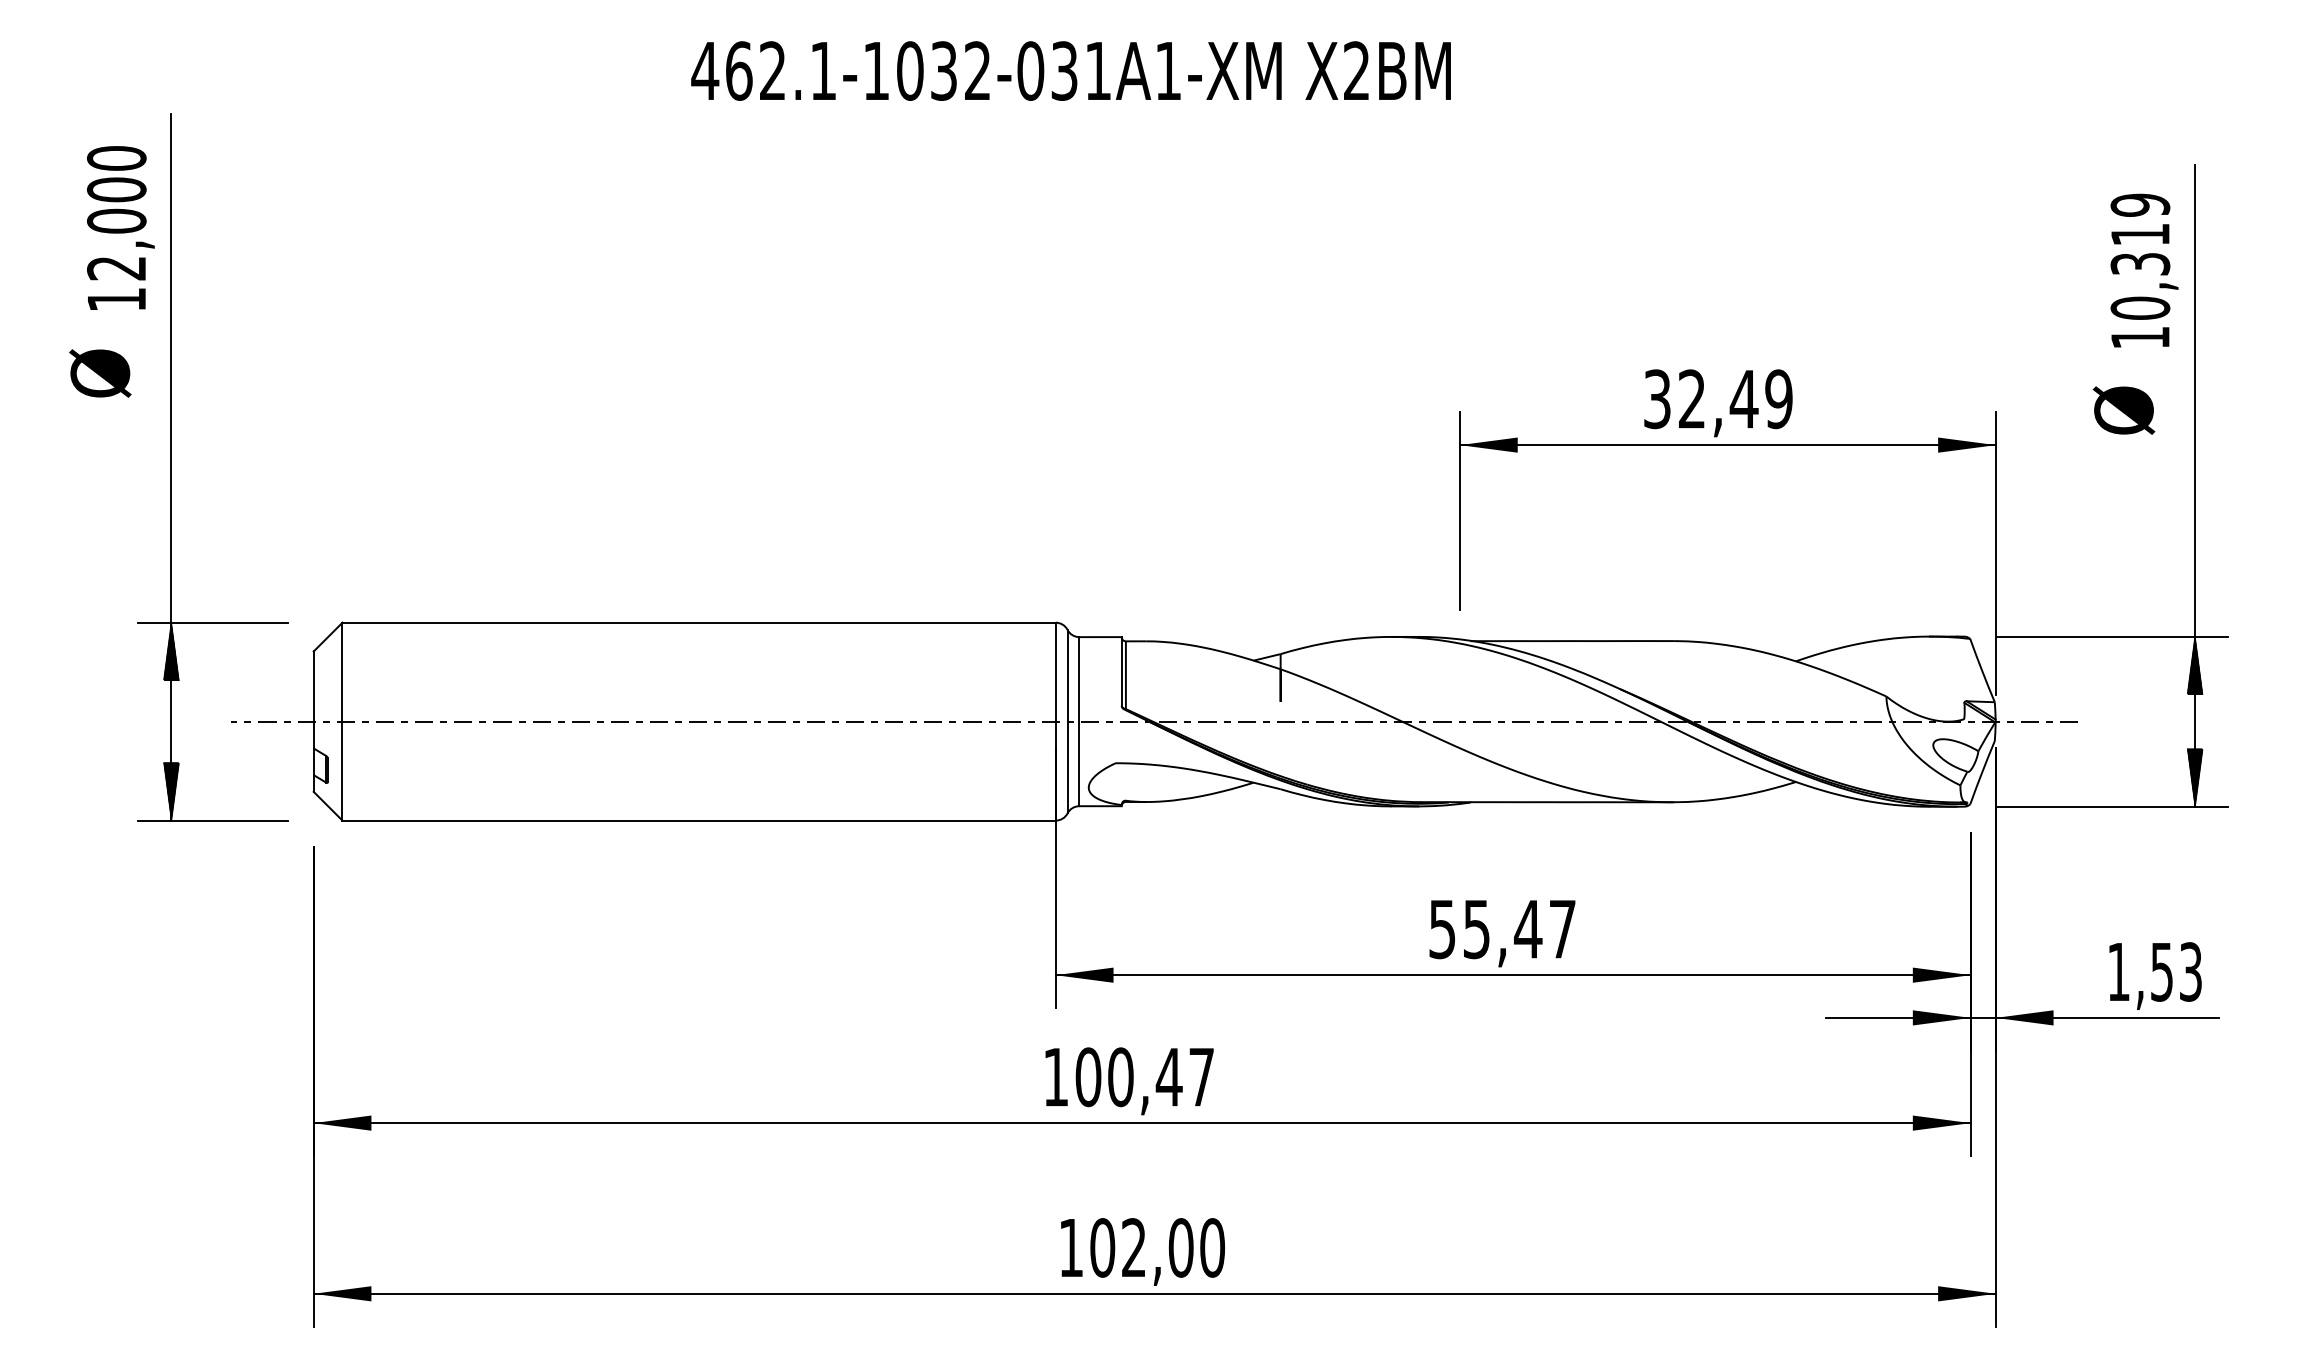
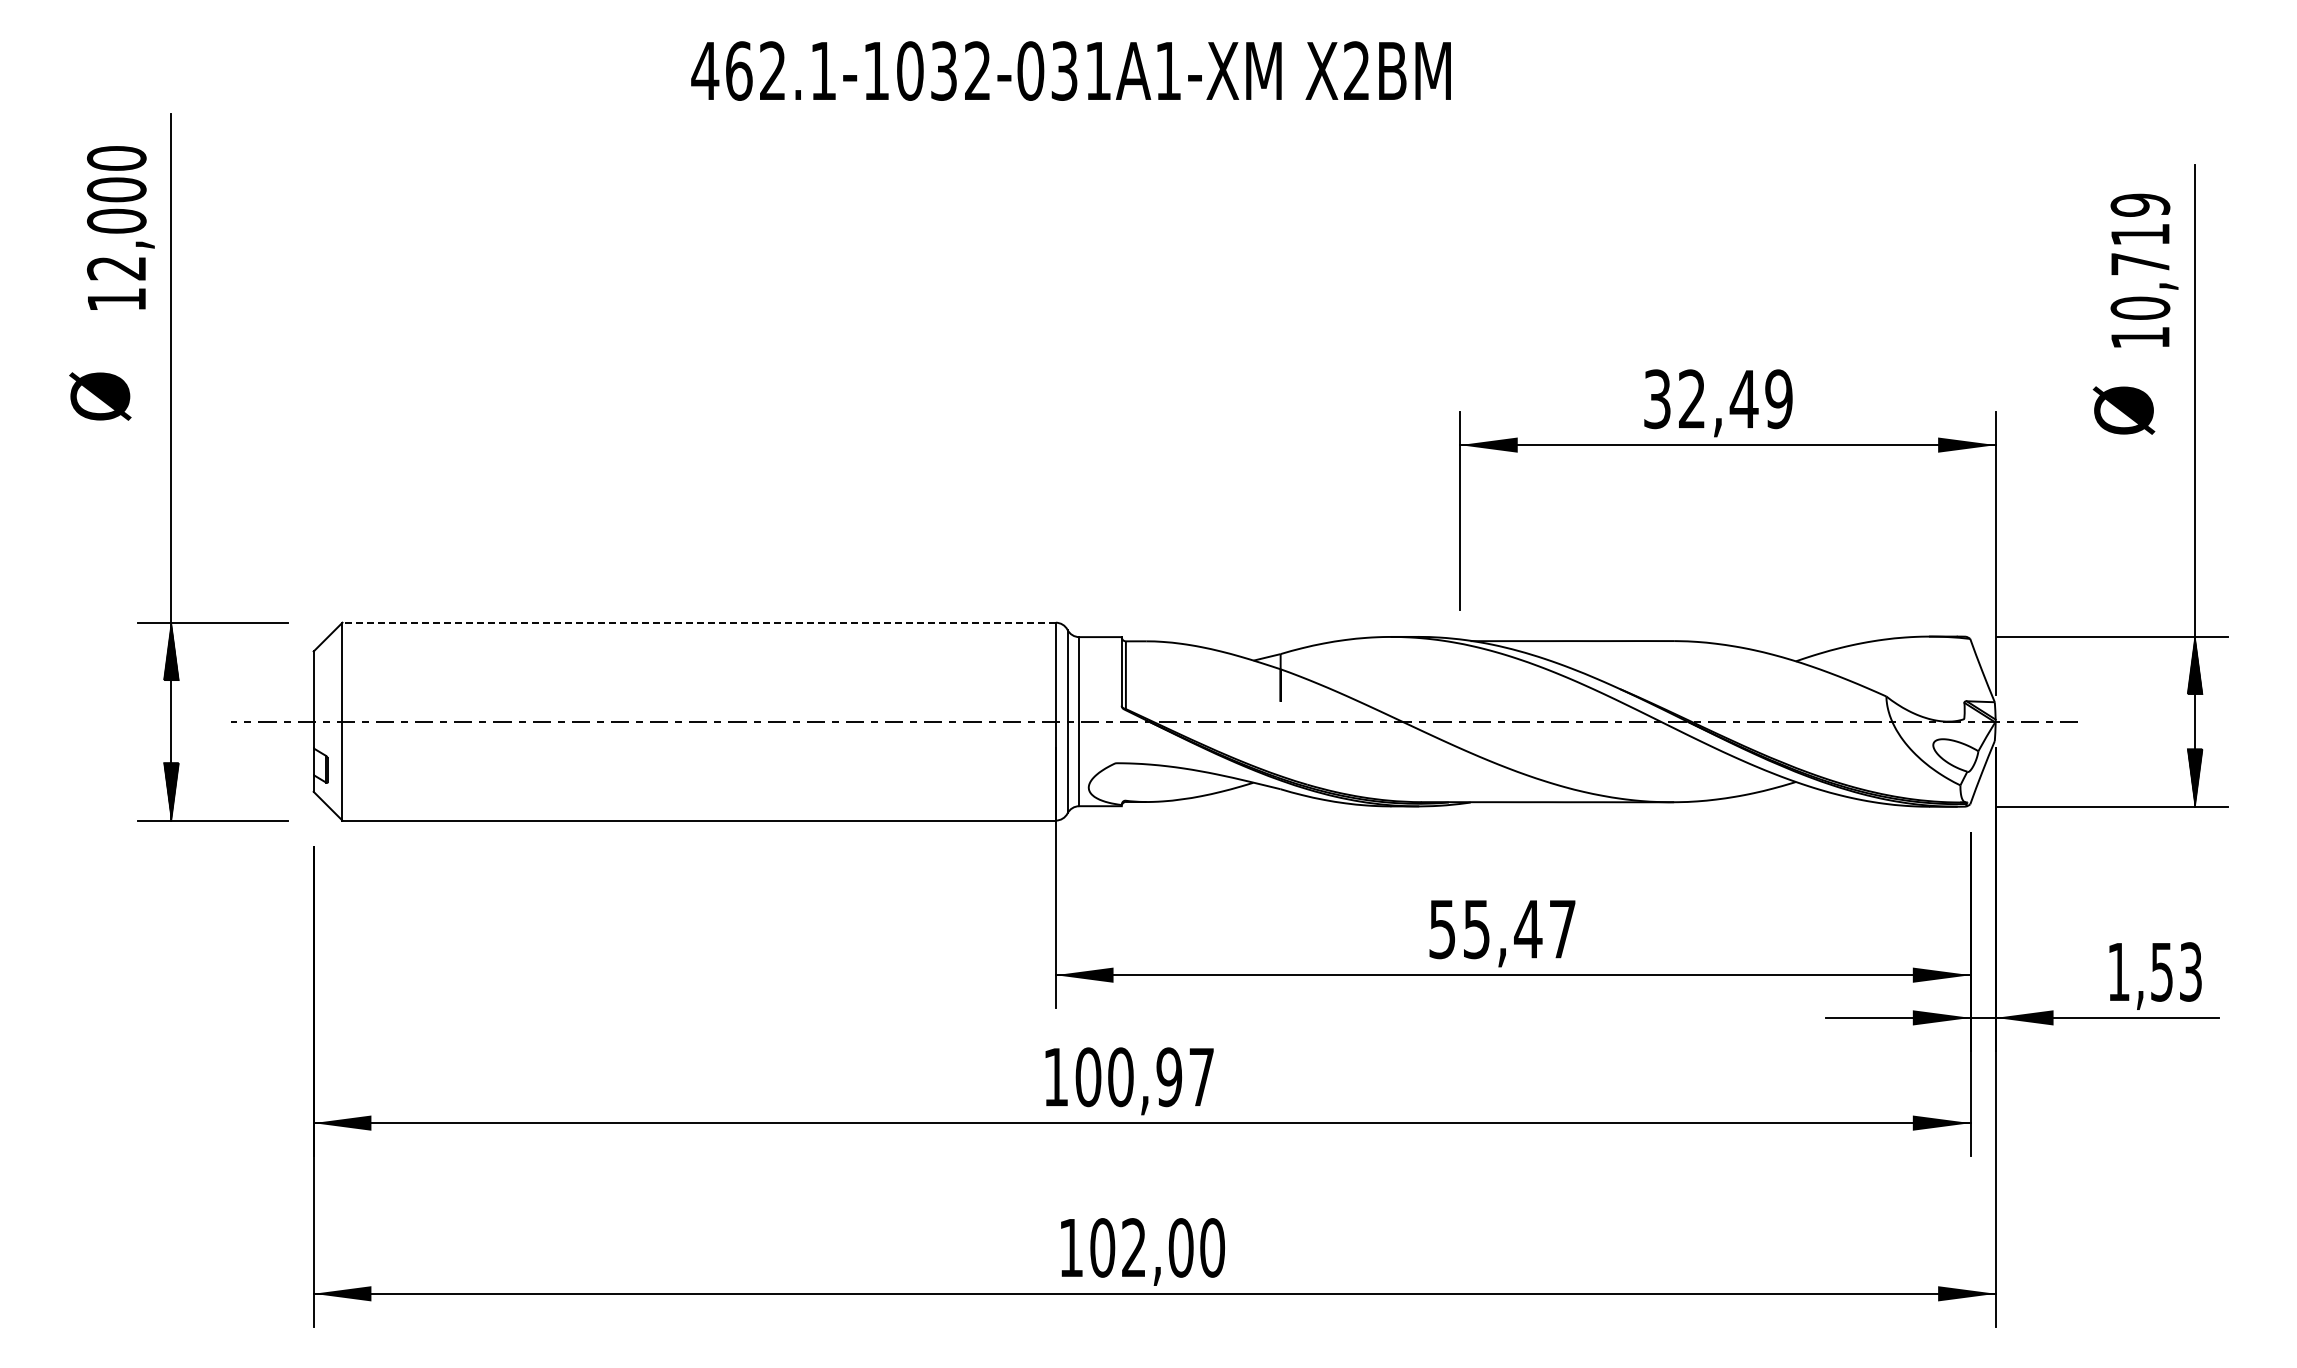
text at (2140, 264): 10,319 -> 10,719
text at (100, 373) position: (100, 373) -> (100, 396)
line at (699, 622): solid -> dashed
text at (1168, 1077): 100,47 -> 100,97
